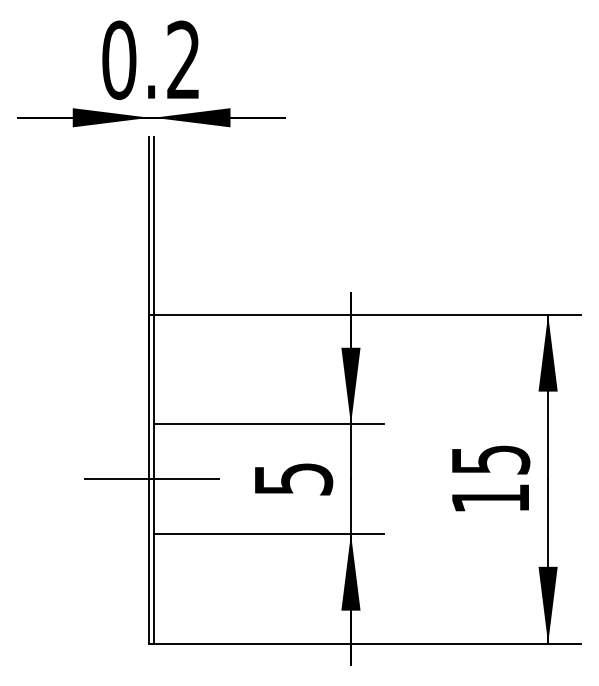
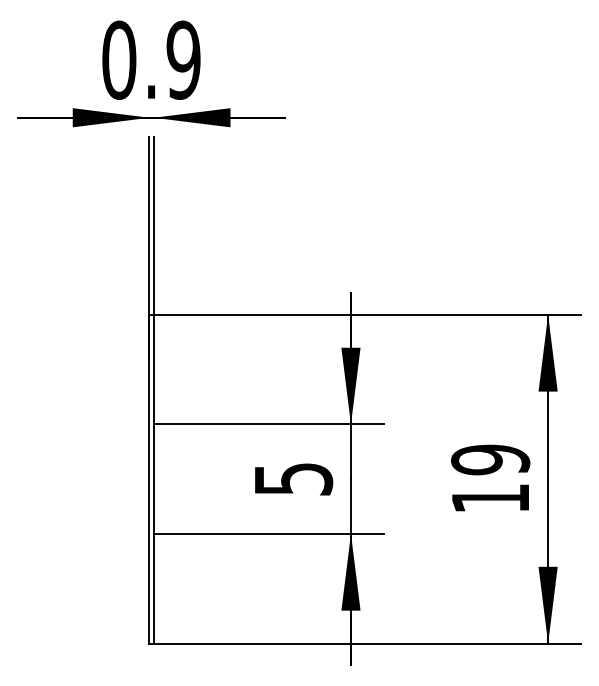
text at (183, 59): 0.2 -> 0.9
text at (490, 459): 15 -> 19
line at (151, 479): present -> none
